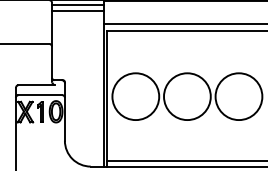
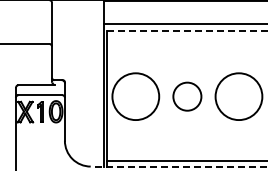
line at (77, 5): present -> none
line at (77, 10): present -> none
line at (187, 31): solid -> dashed
circle at (187, 96) diameter: 47 px -> 28 px
line at (178, 166): solid -> dashed
